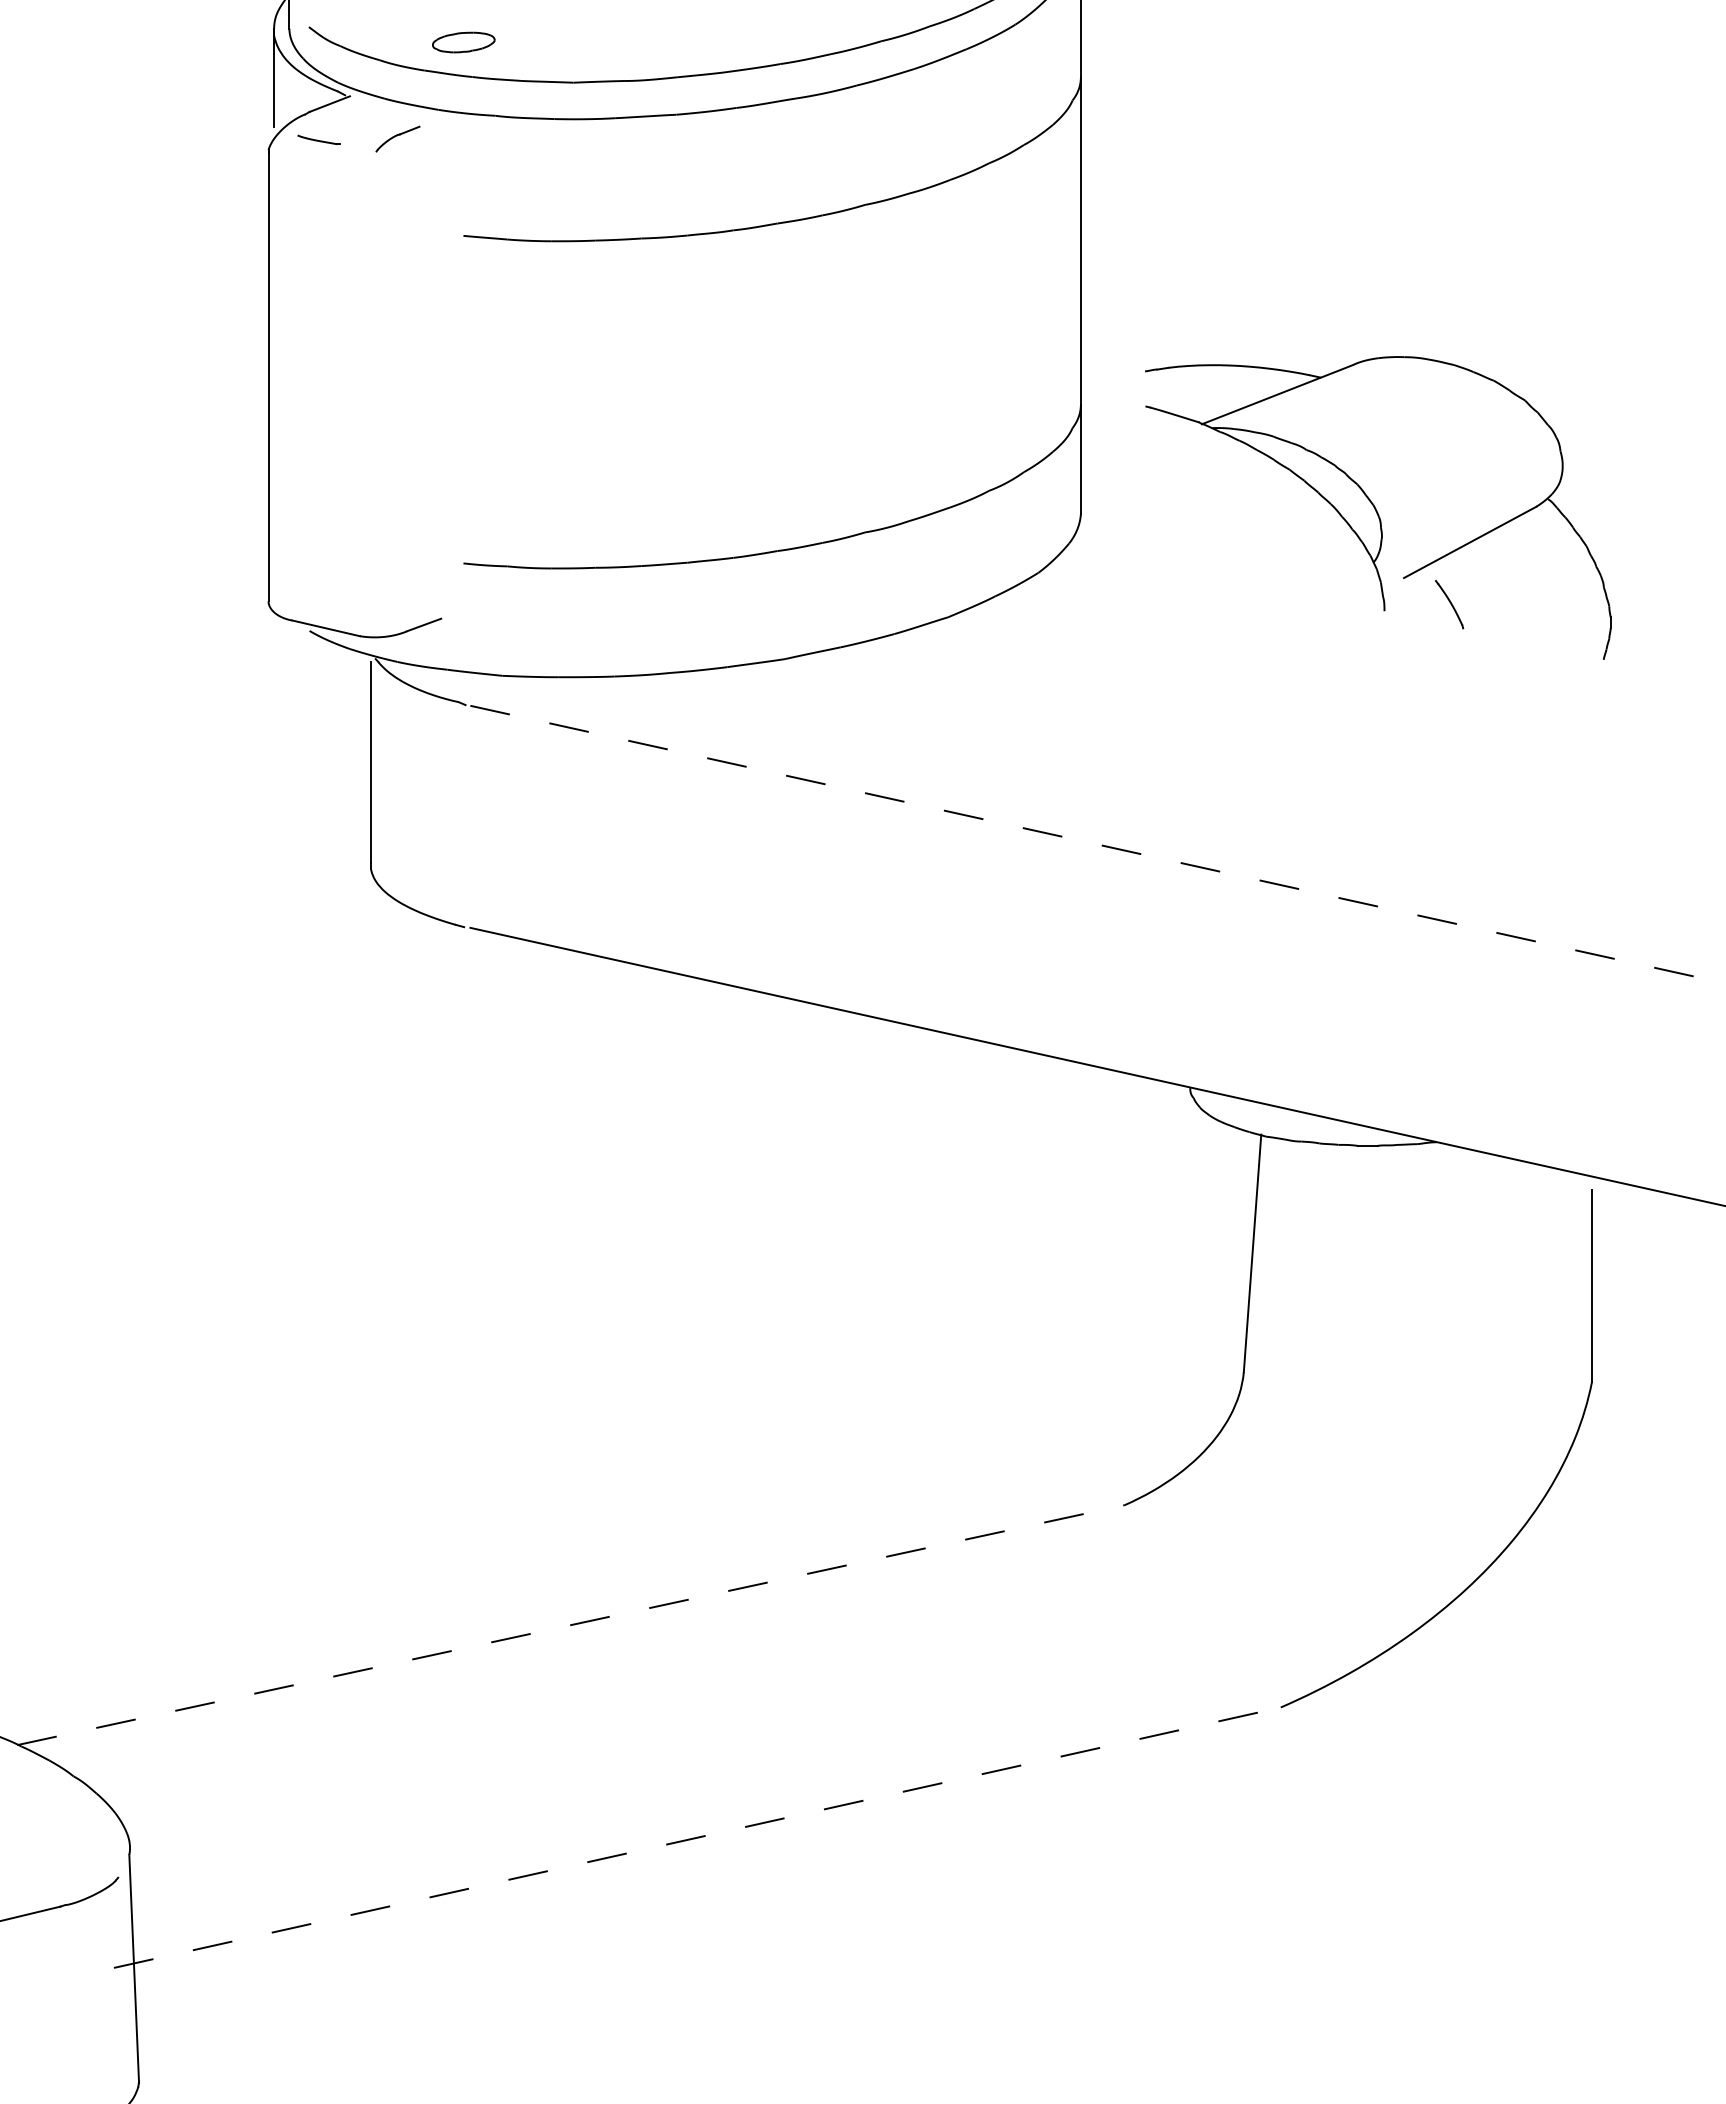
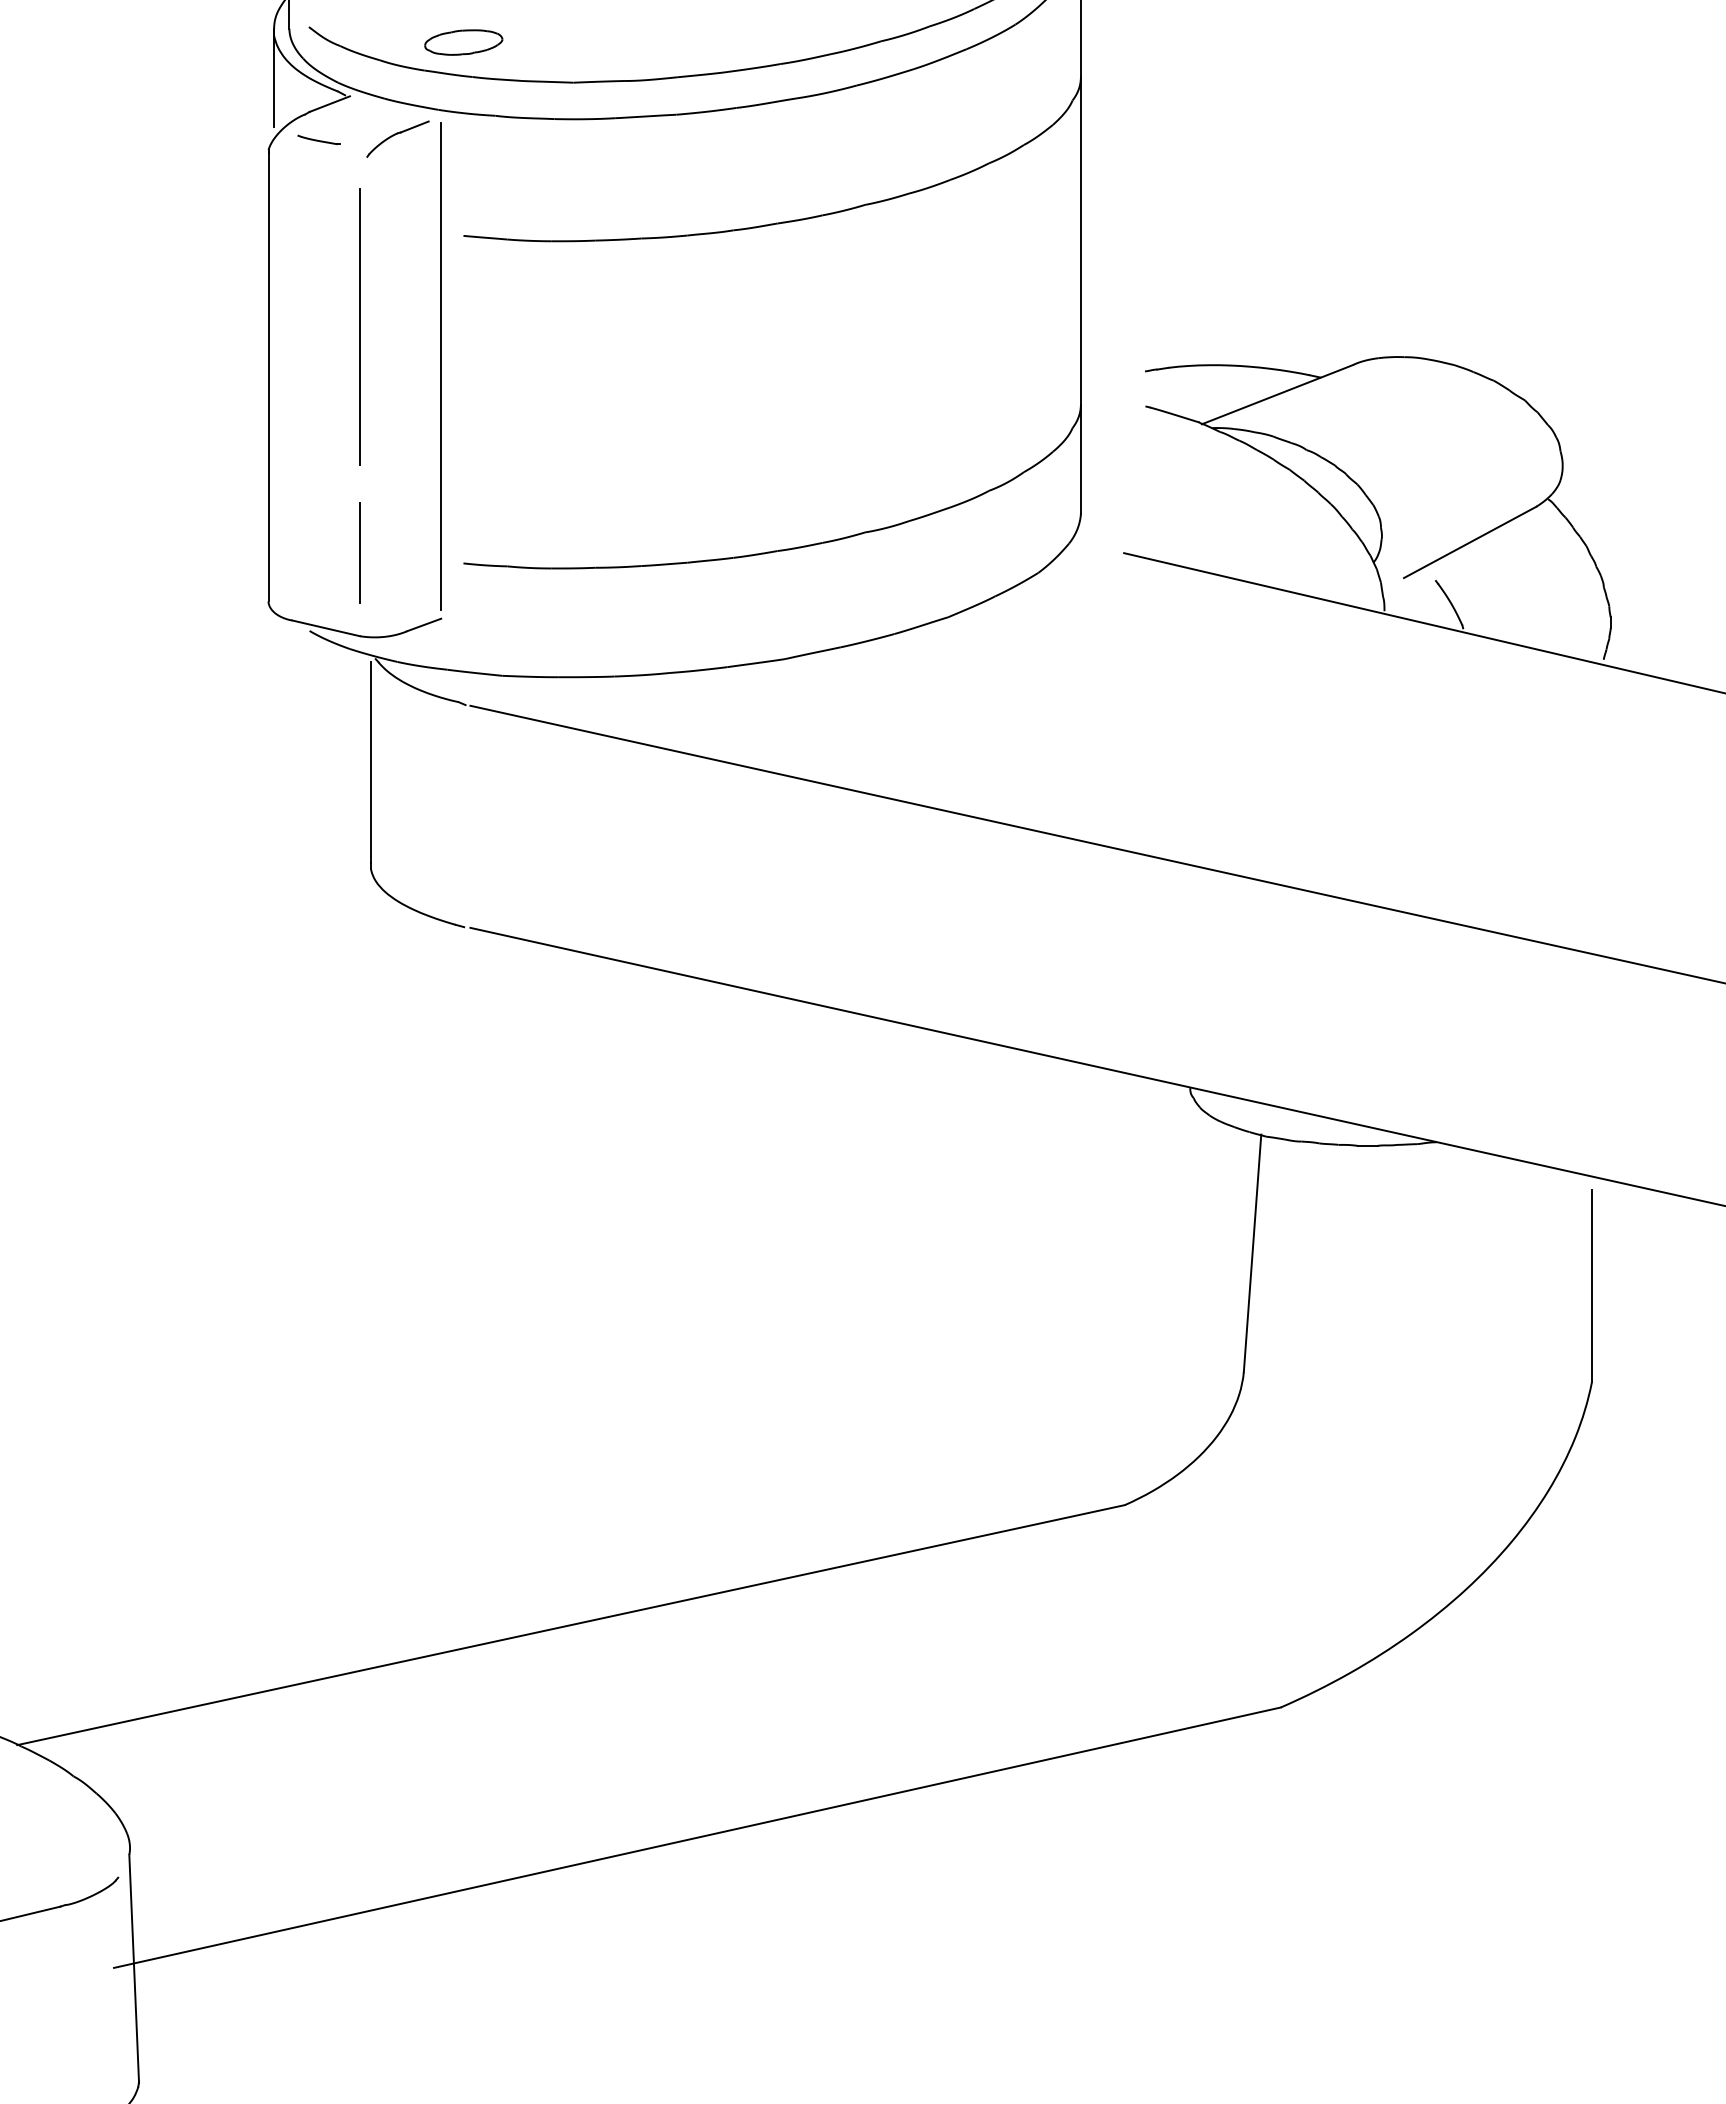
part at (463, 42) size: 64x23 px -> 80x27 px
part at (397, 138) size: 46x28 px -> 64x38 px
line at (359, 326): none -> present
line at (441, 366): none -> present
line at (359, 552): none -> present
line at (1423, 622): none -> present
line at (1098, 844): dashed -> solid
line at (571, 1625): dashed -> solid
line at (697, 1837): dashed -> solid
